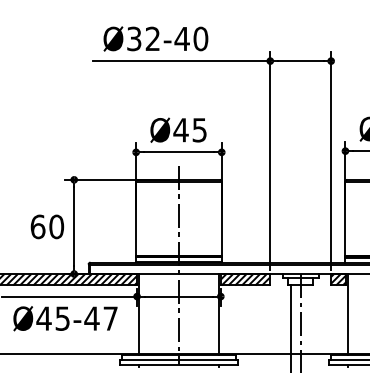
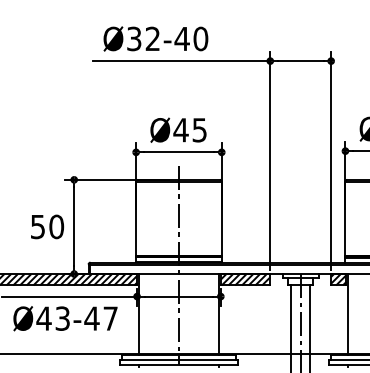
text at (37, 226): 60 -> 50
text at (62, 318): Ø45-47 -> Ø43-47
line at (310, 327): none -> present
